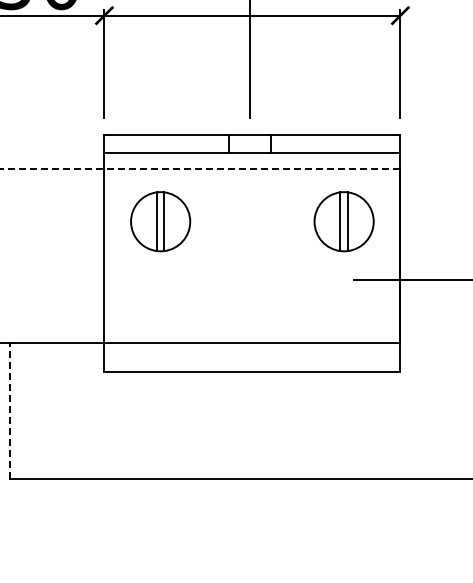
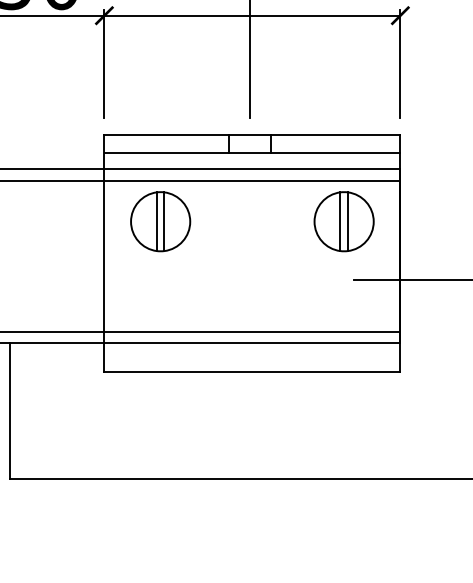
line at (200, 169): dashed -> solid
line at (201, 181): none -> present
line at (201, 331): none -> present
line at (9, 411): dashed -> solid
